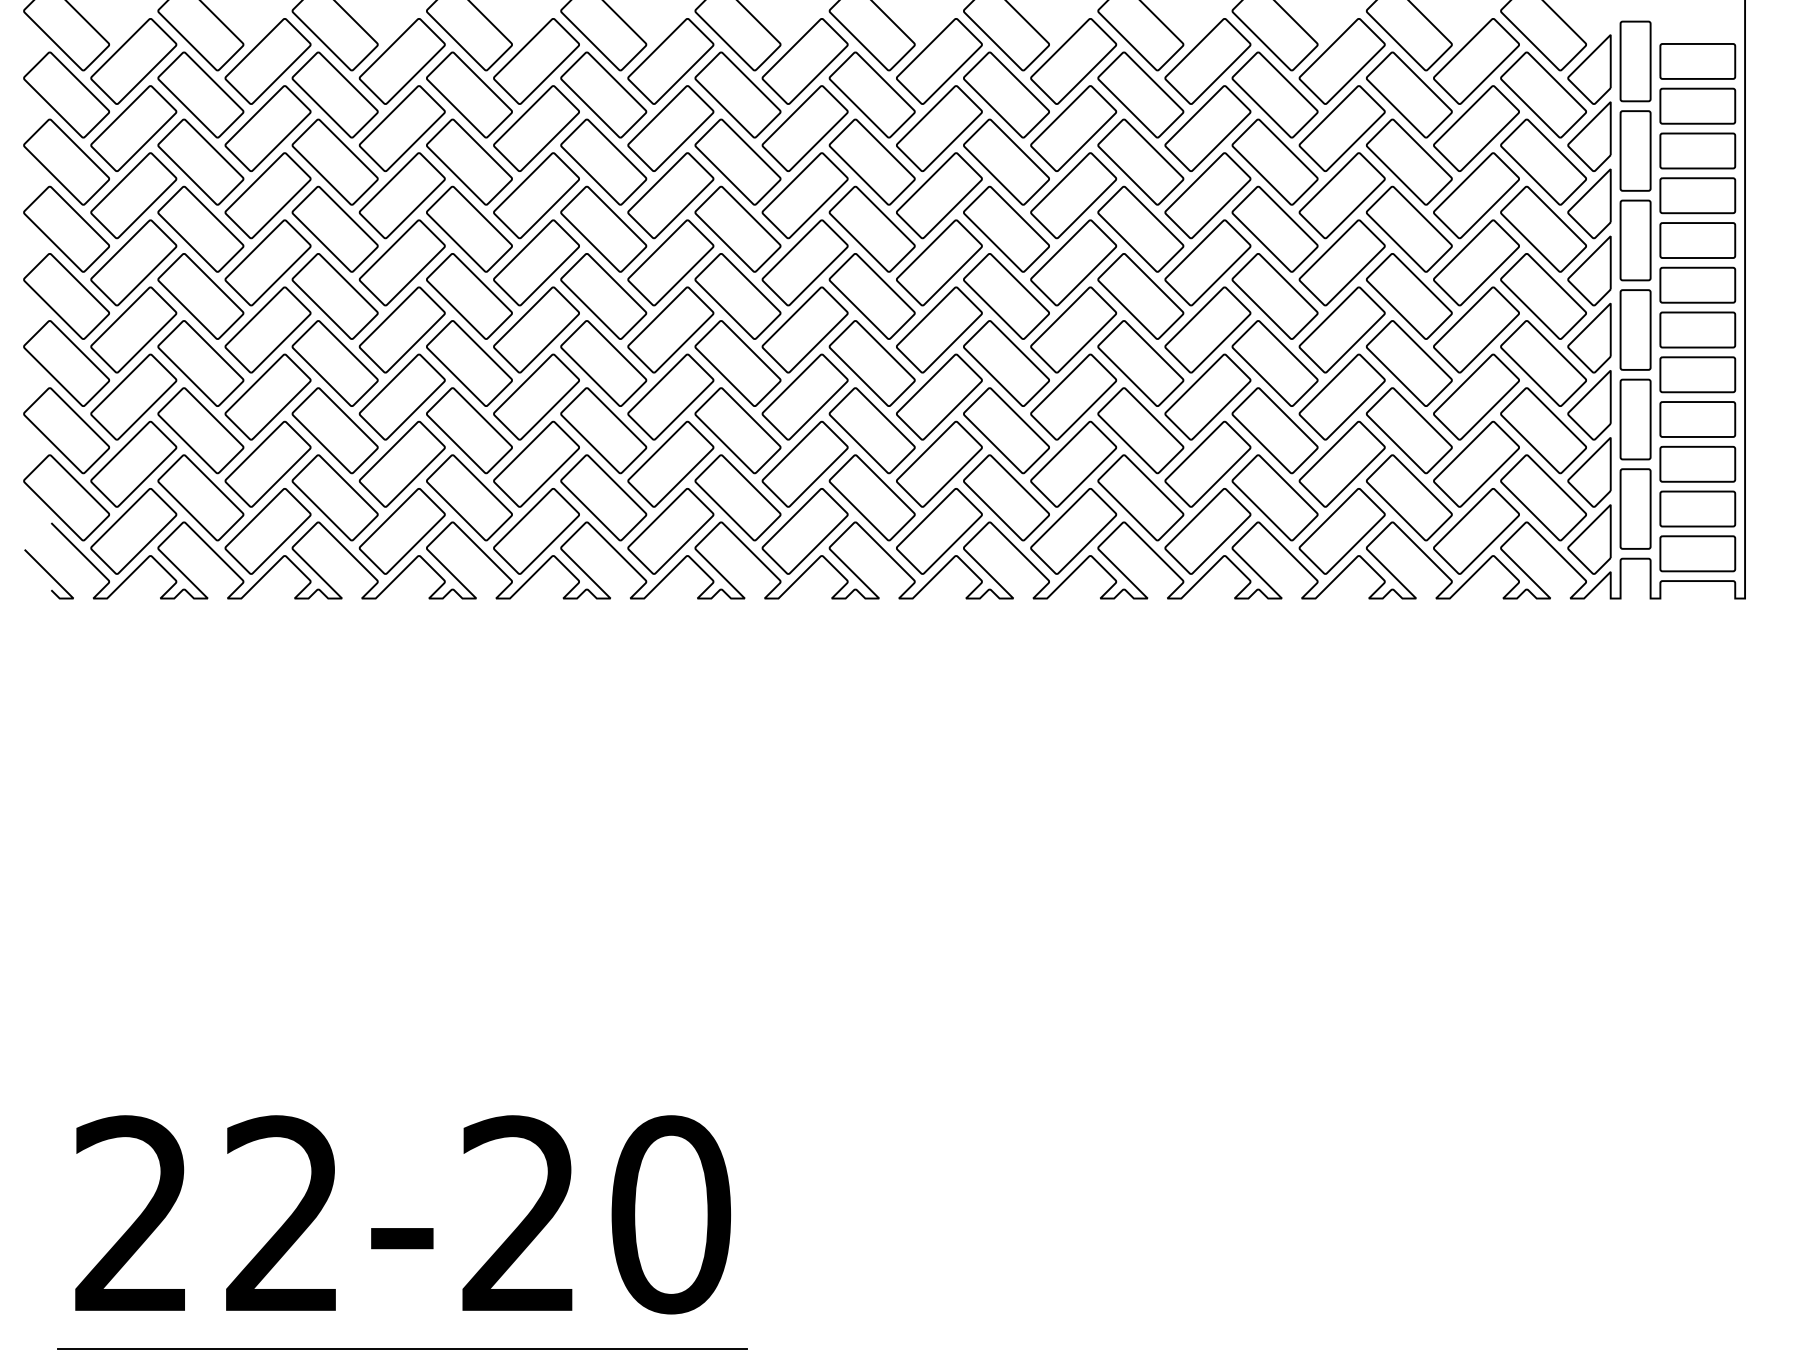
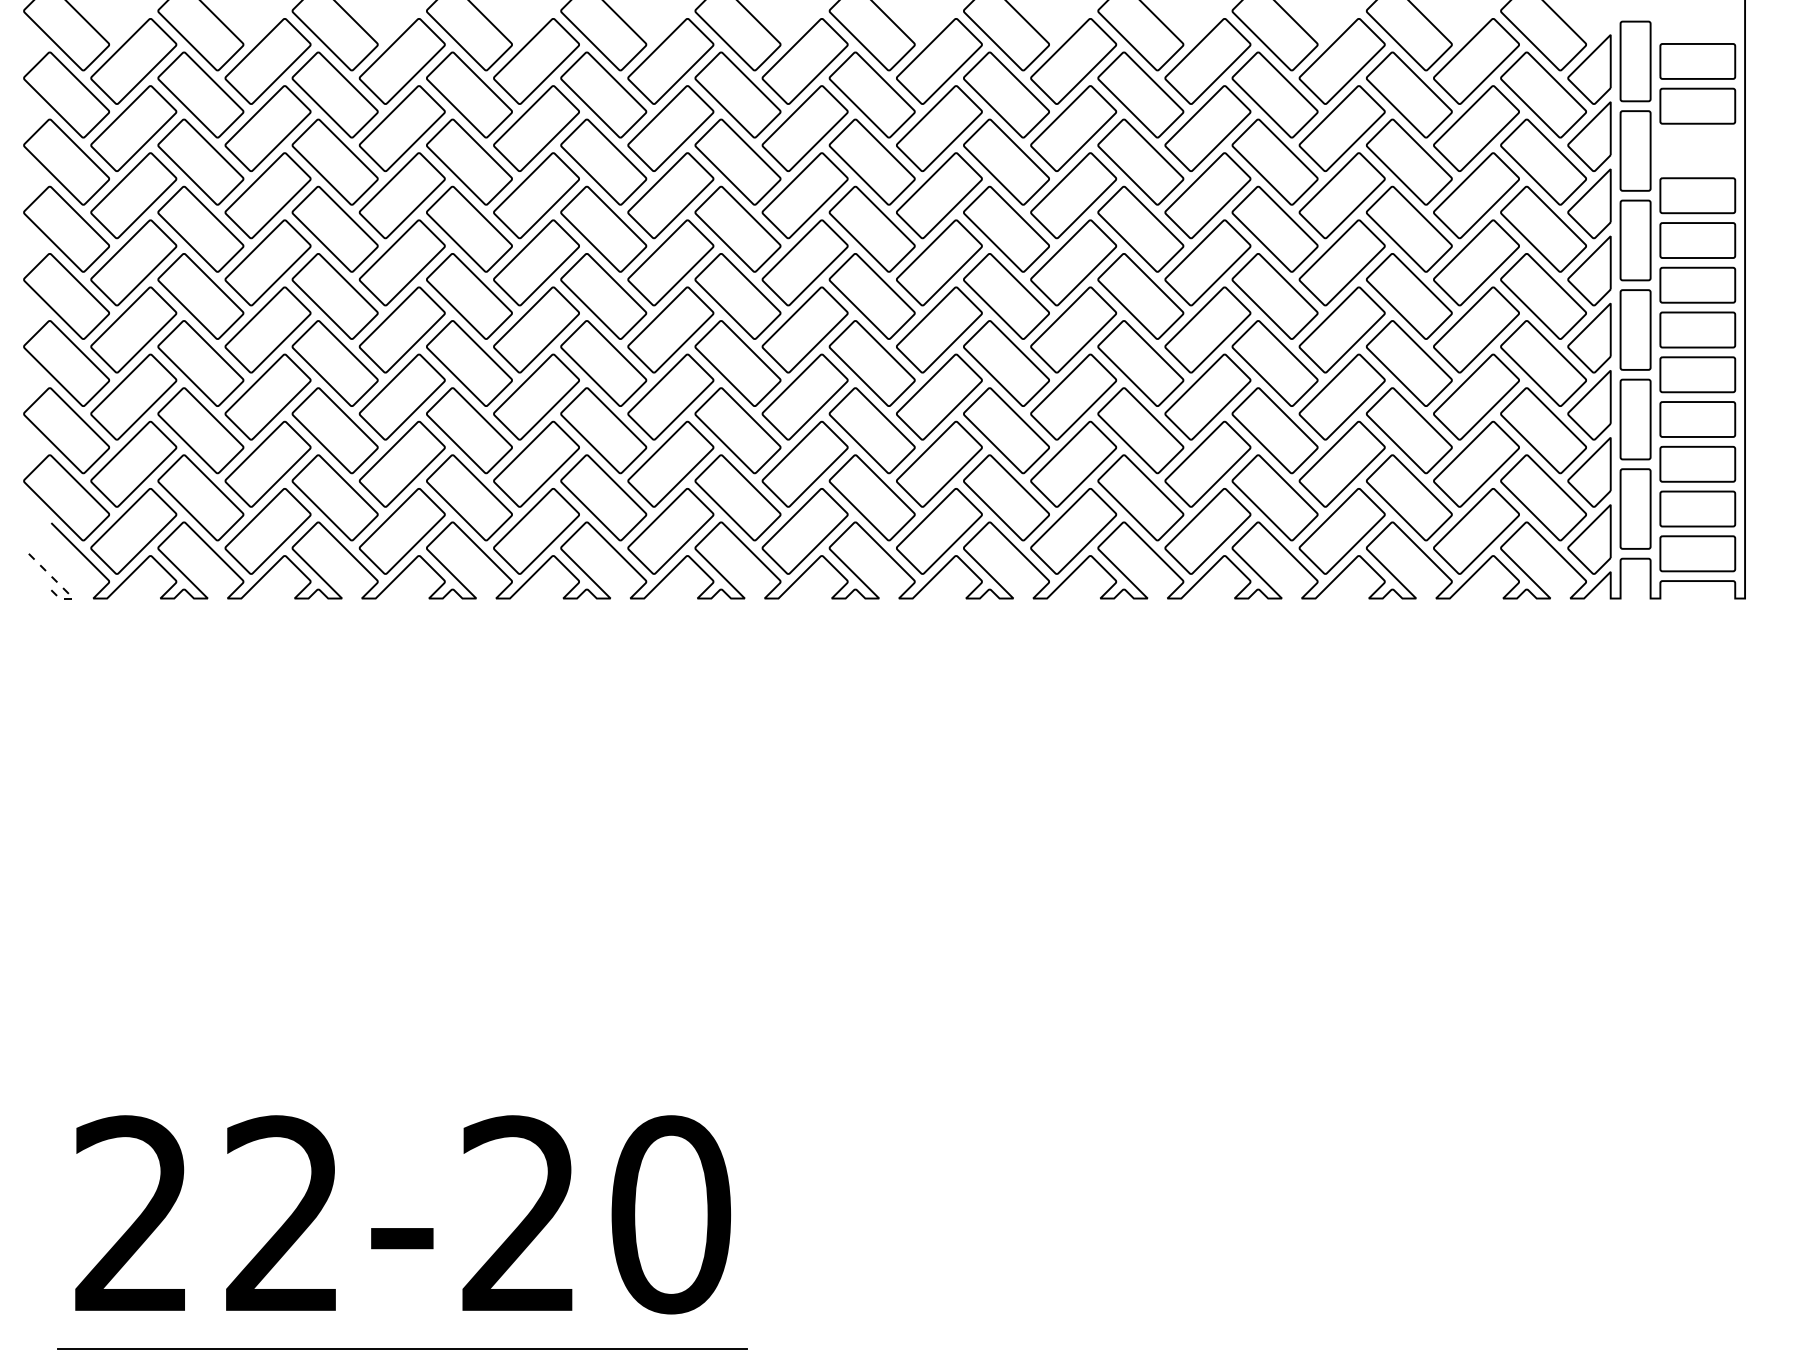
part at (1697, 150): present -> none
line at (58, 583): solid -> dashed
